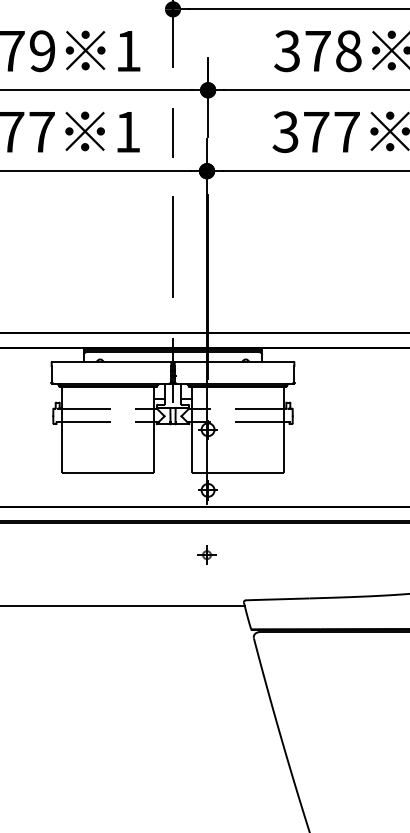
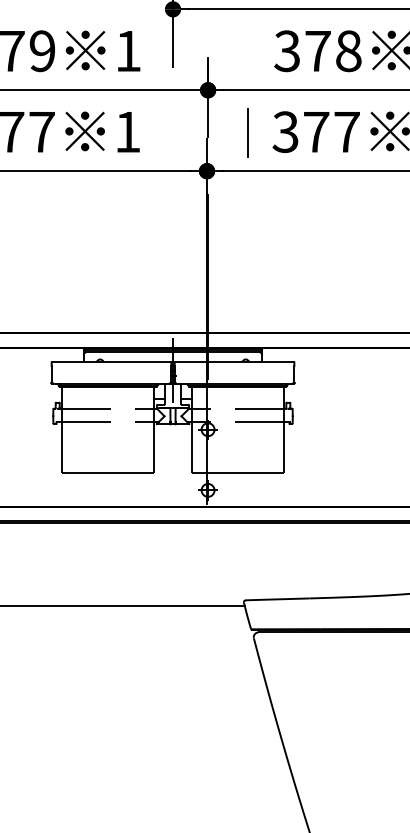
line at (172, 132) position: (172, 132) -> (247, 132)
line at (173, 246): present -> none
part at (206, 554): present -> none
